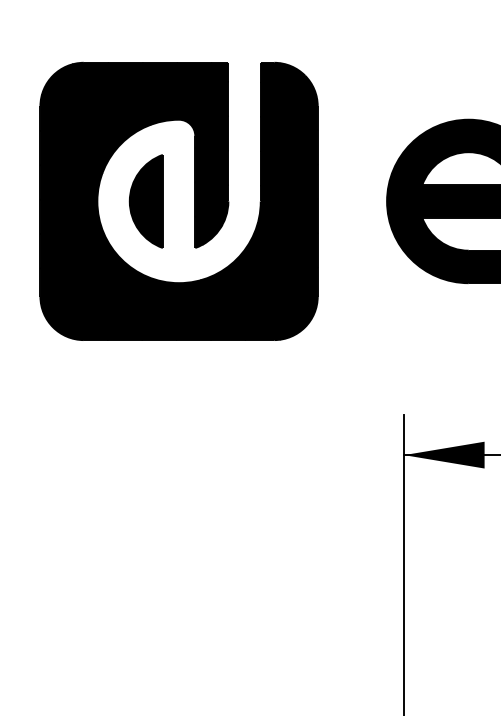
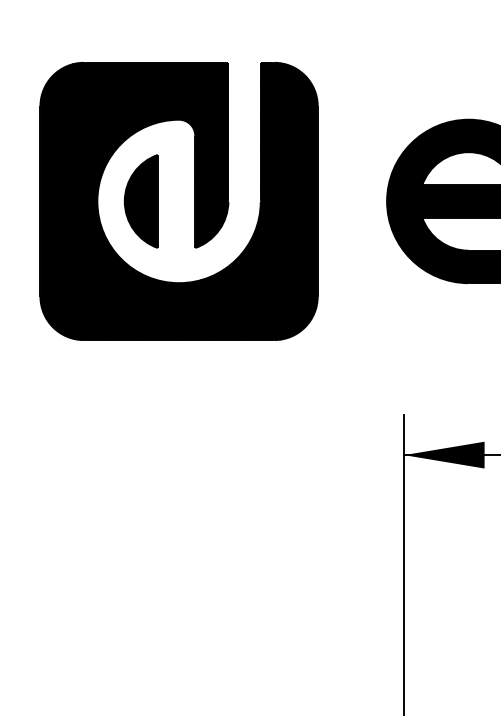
part at (145, 201) position: (145, 201) -> (140, 201)
